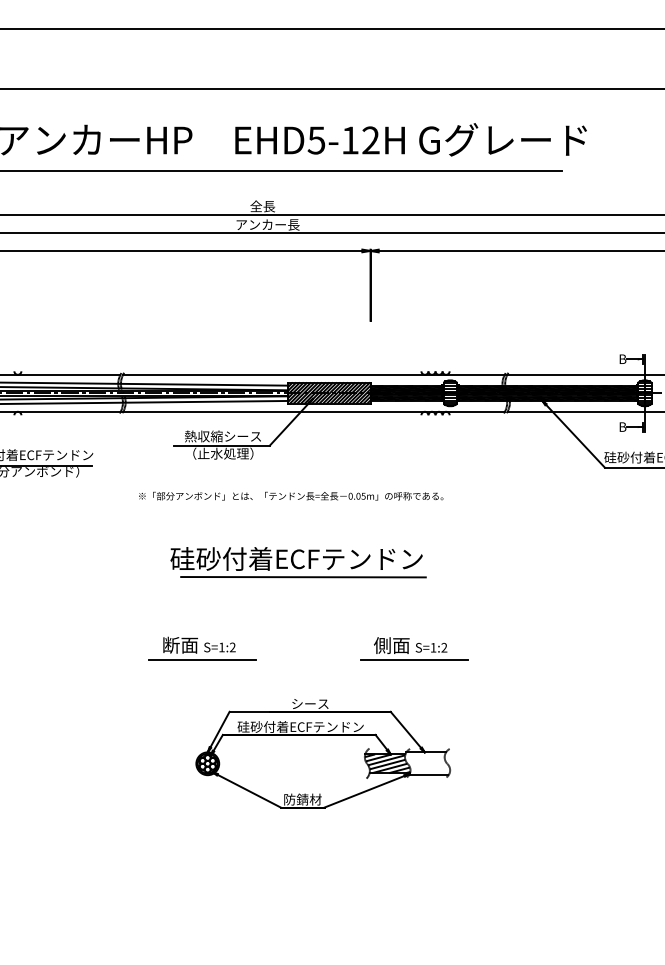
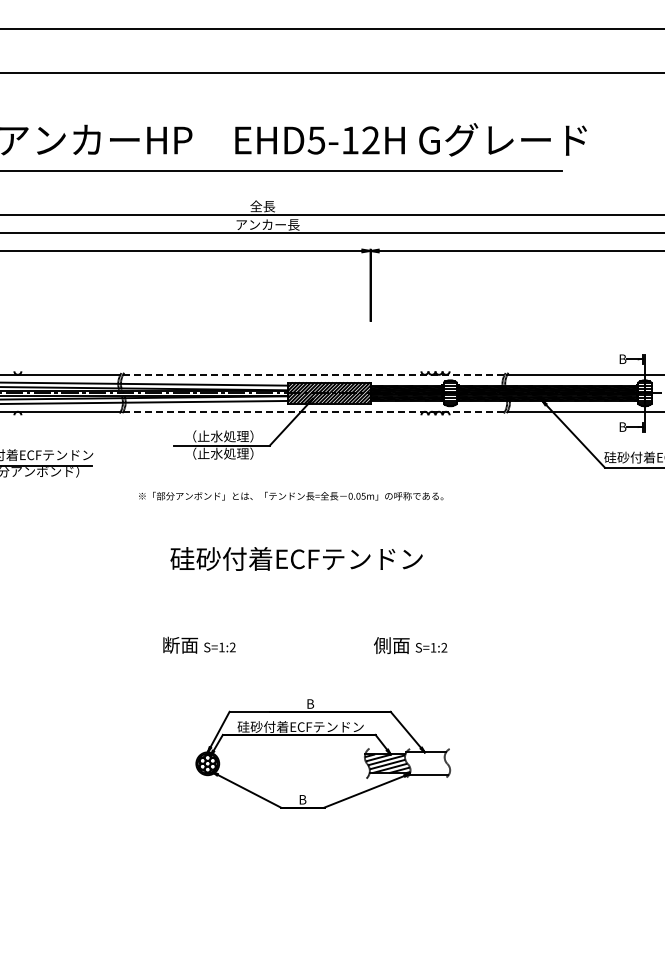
line at (331, 89) position: (331, 89) -> (331, 73)
line at (313, 374): solid -> dashed
line at (314, 411): solid -> dashed
text at (222, 436): 熱収縮シース -> （止水処理）
line at (303, 577): present -> none
line at (201, 659): present -> none
line at (413, 659): present -> none
text at (310, 703): シース -> B
text at (302, 799): 防錆材 -> B
